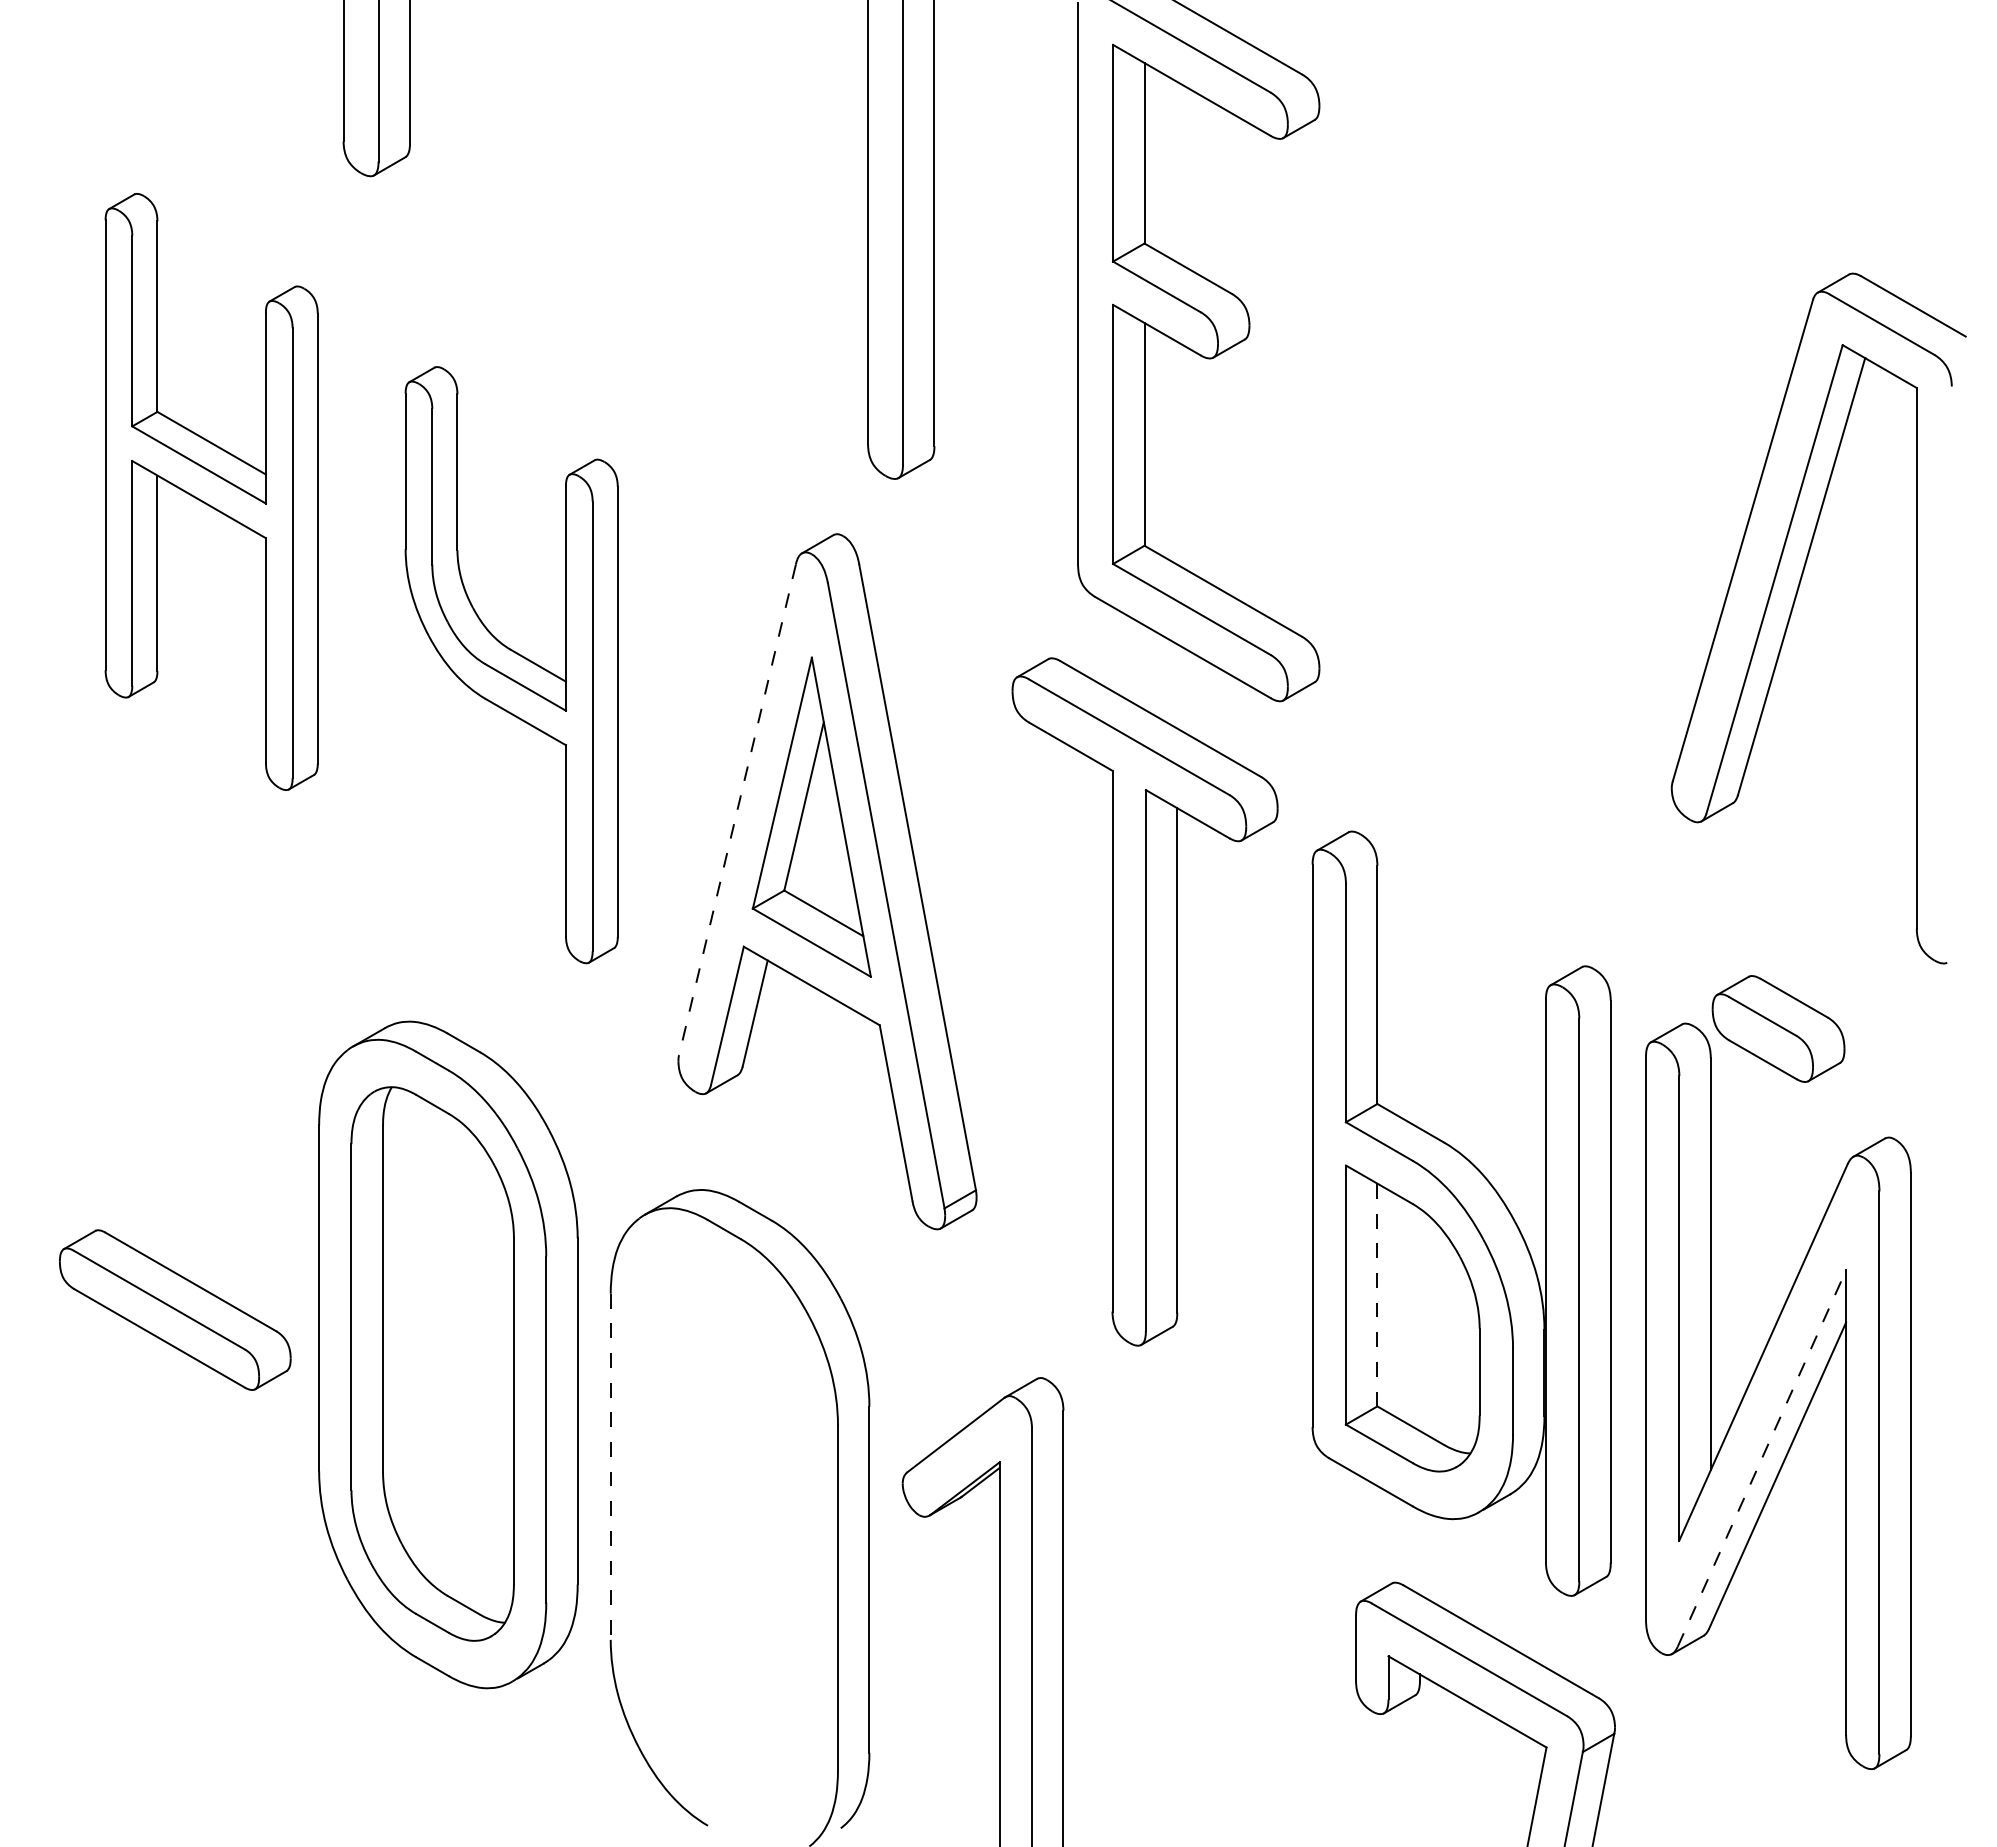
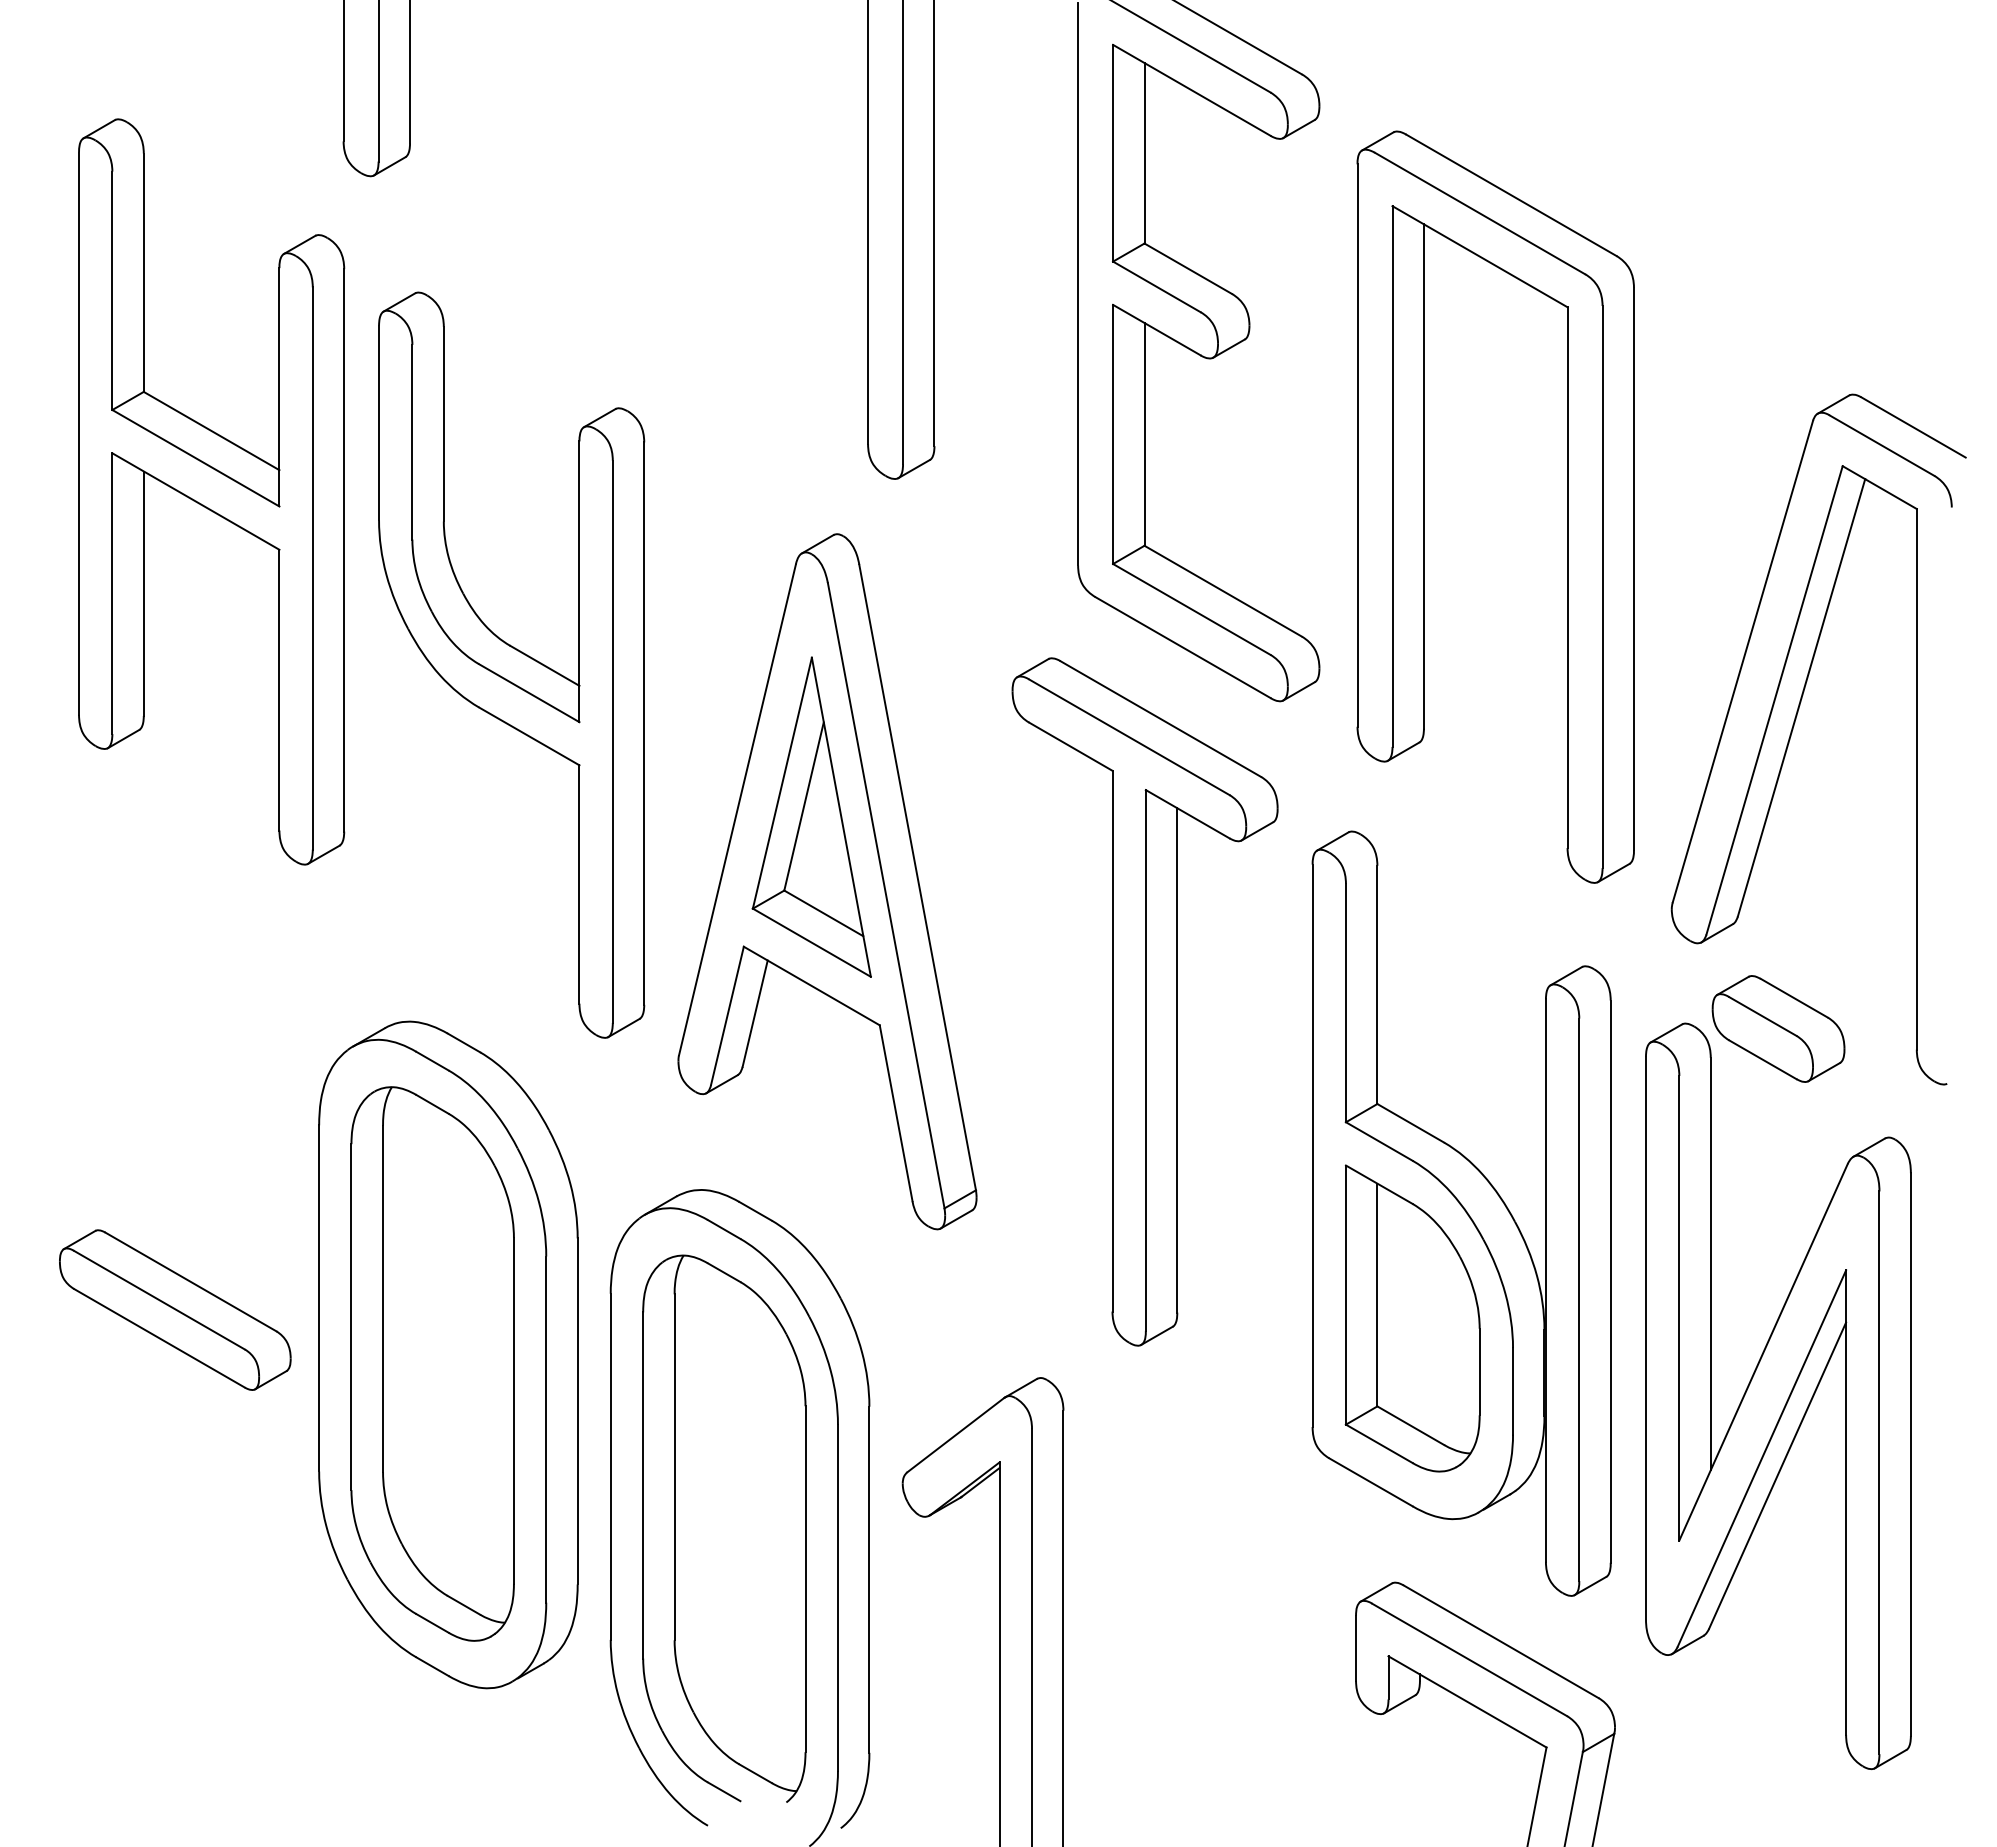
part at (211, 491) size: 215x598 px -> 268x748 px
part at (1424, 506): none -> present
part at (1792, 612) position: (1792, 612) -> (1792, 733)
part at (511, 665) size: 215x599 px -> 268x748 px
line at (737, 810): dashed -> solid
line at (1377, 1294): dashed -> solid
line at (1762, 1458): dashed -> solid
line at (610, 1467): dashed -> solid
part at (724, 1528): none -> present
